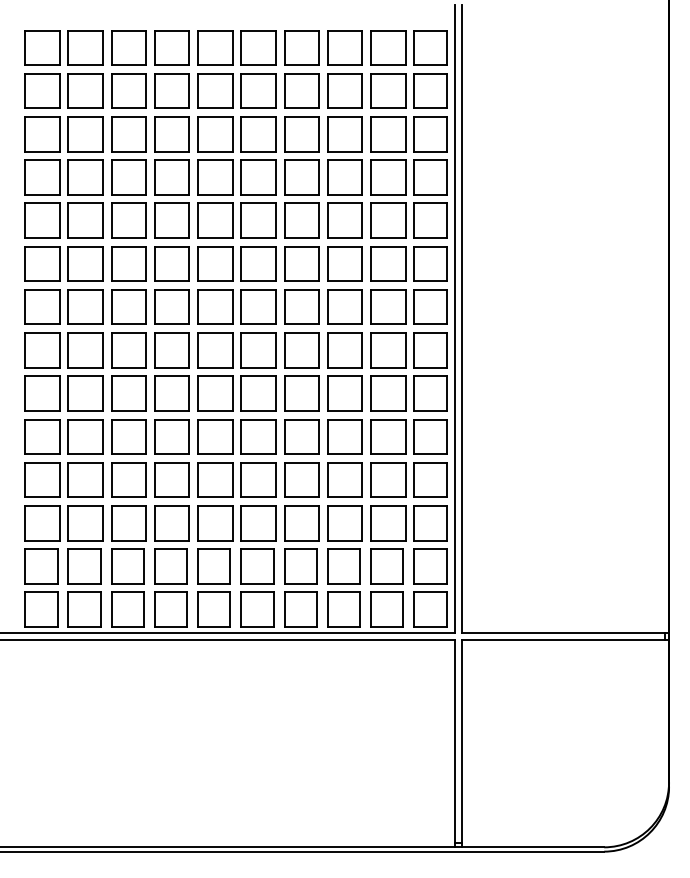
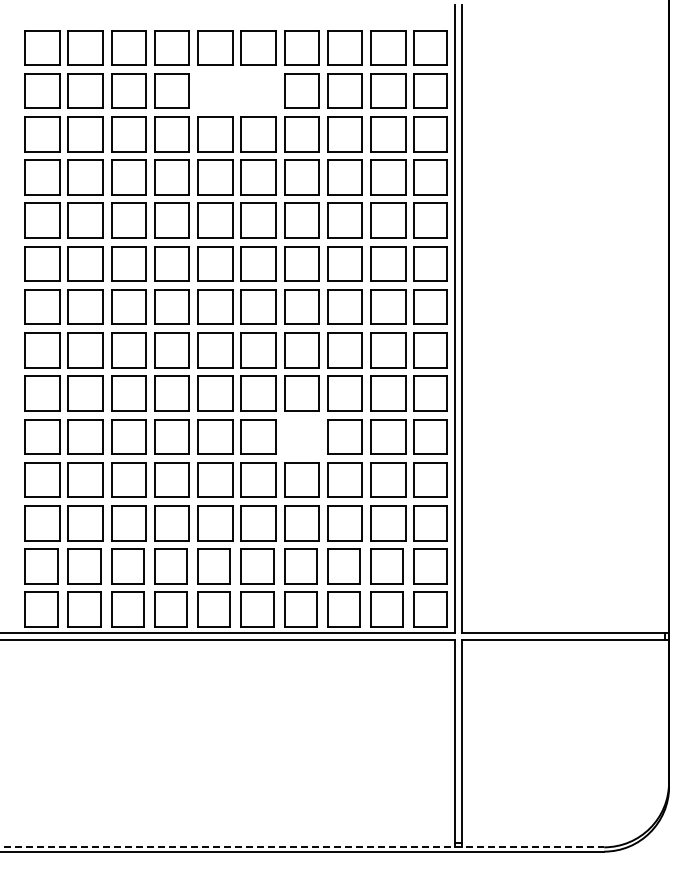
part at (236, 90): present -> none
part at (301, 436): present -> none
line at (302, 847): solid -> dashed
